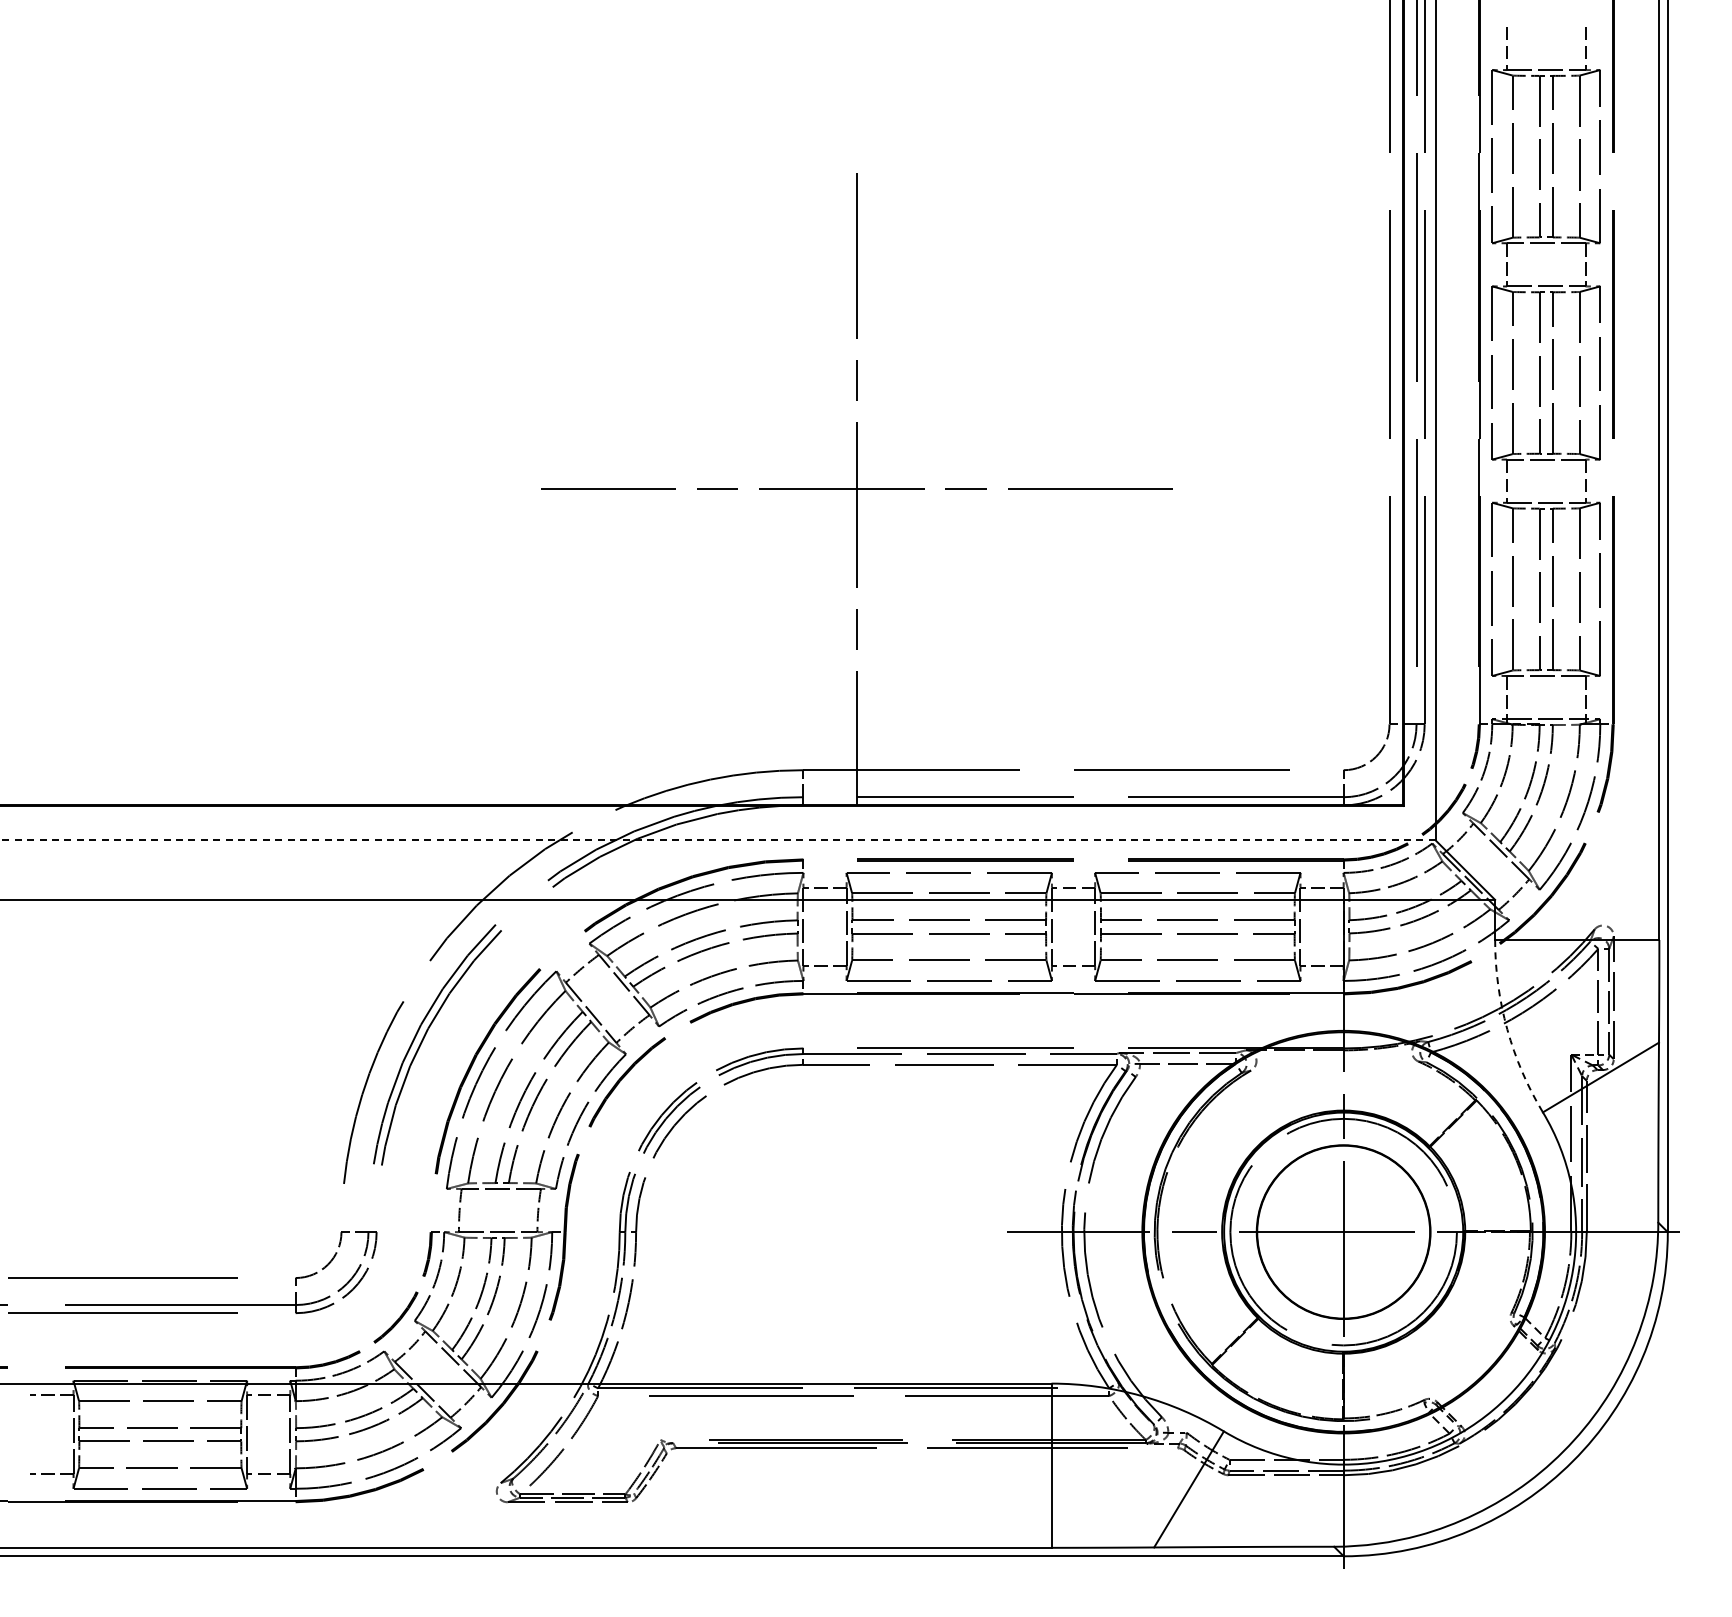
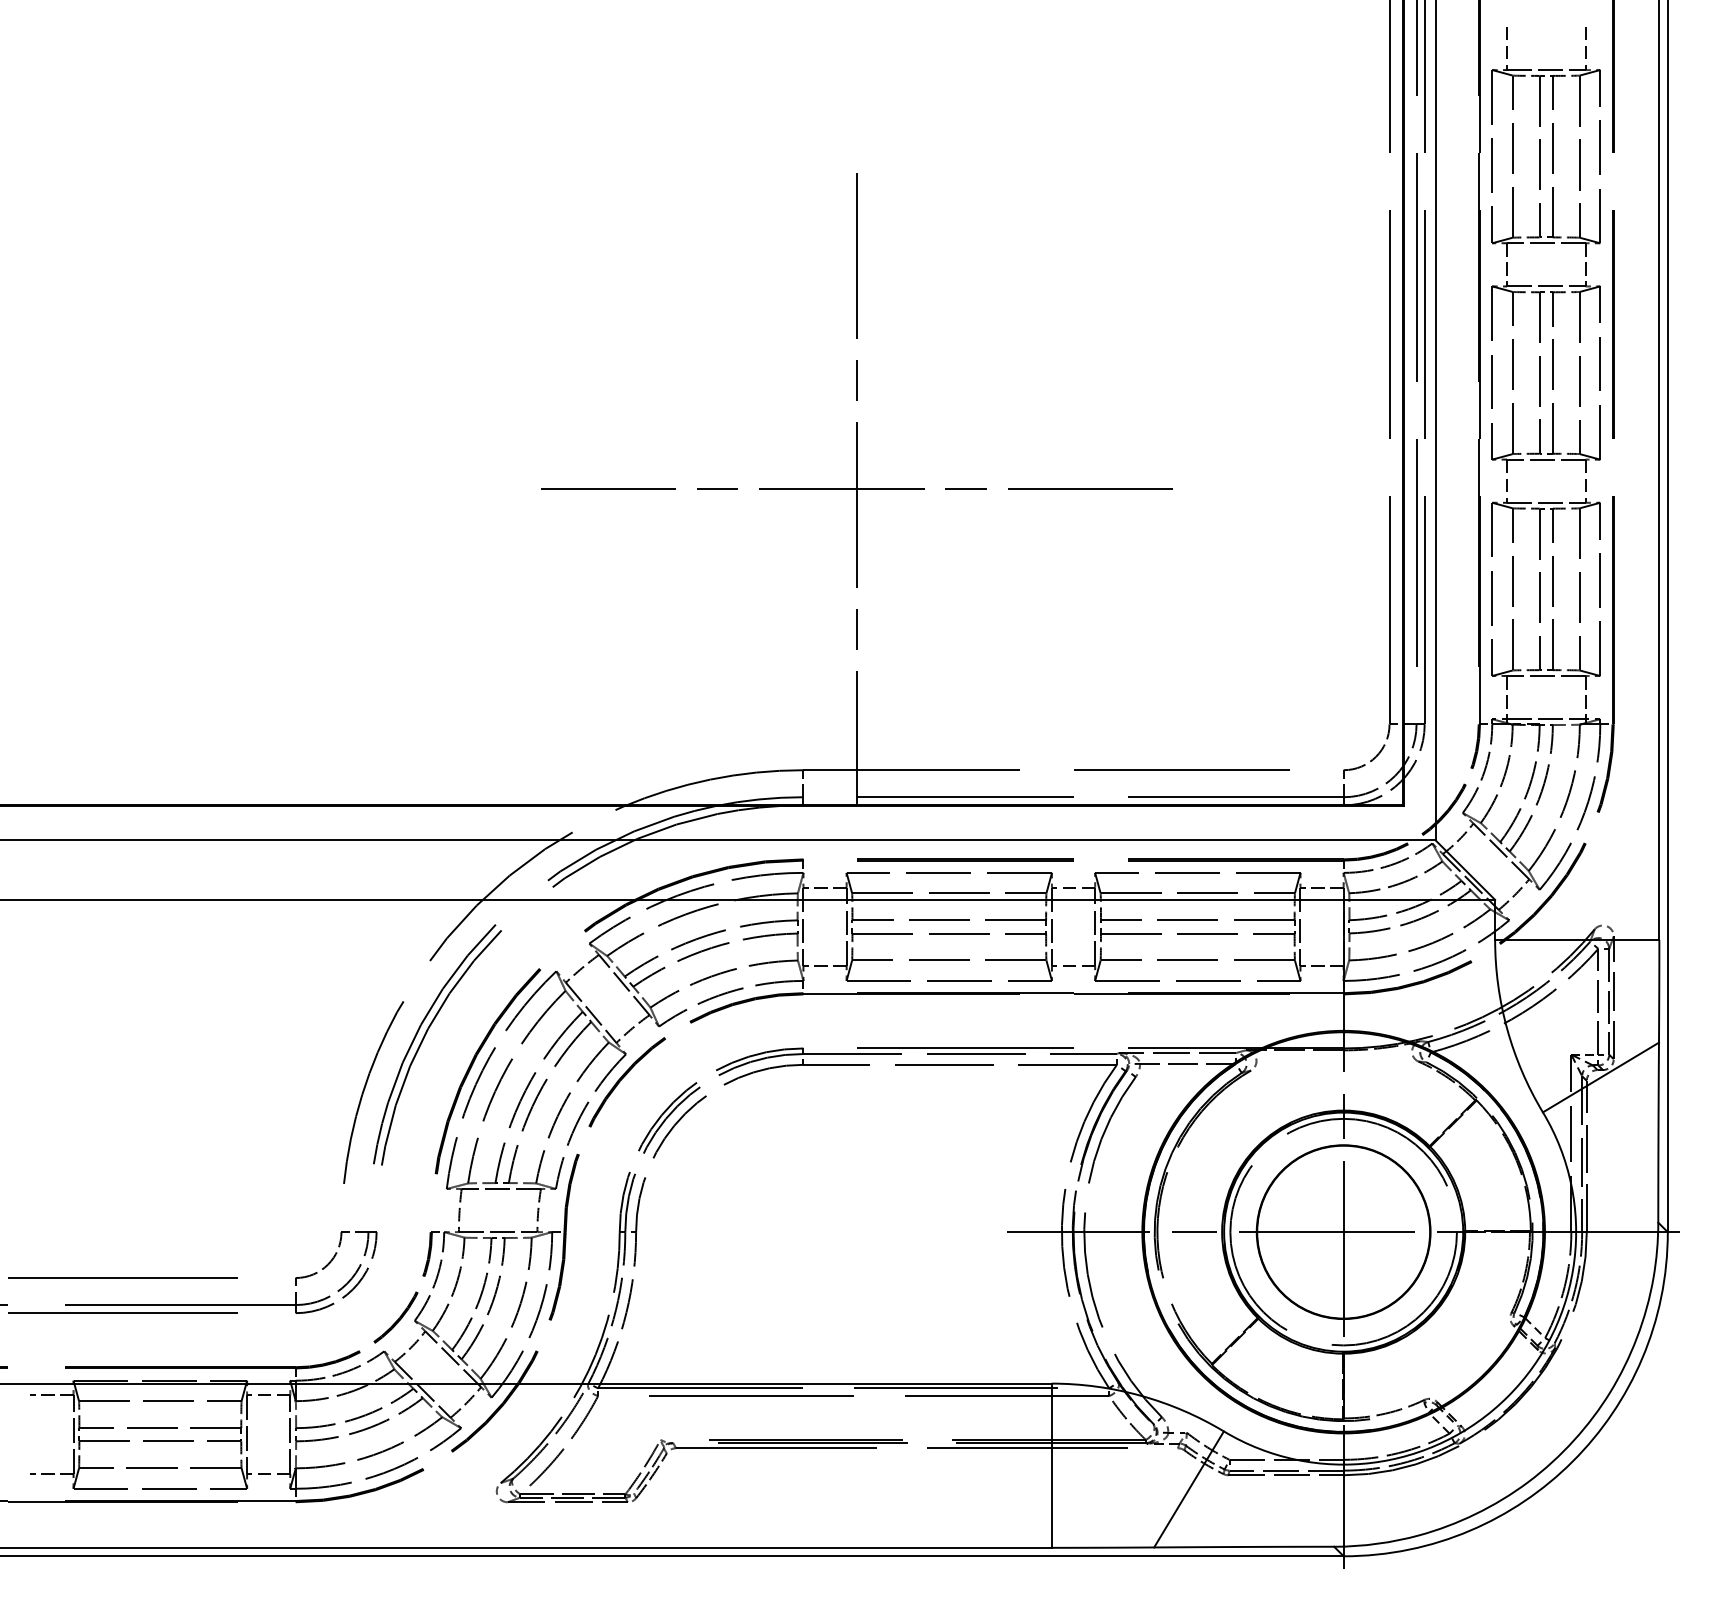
line at (717, 840): dashed -> solid
arc at (1507, 1029): dashed -> solid
